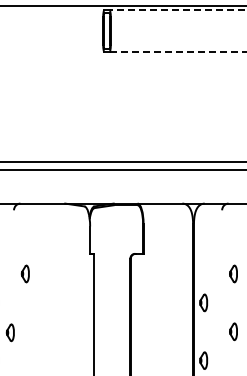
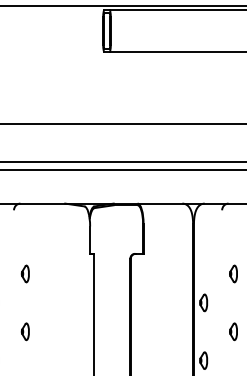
line at (177, 10): dashed -> solid
line at (178, 51): dashed -> solid
line at (122, 124): none -> present
part at (9, 332) position: (9, 332) -> (24, 331)
